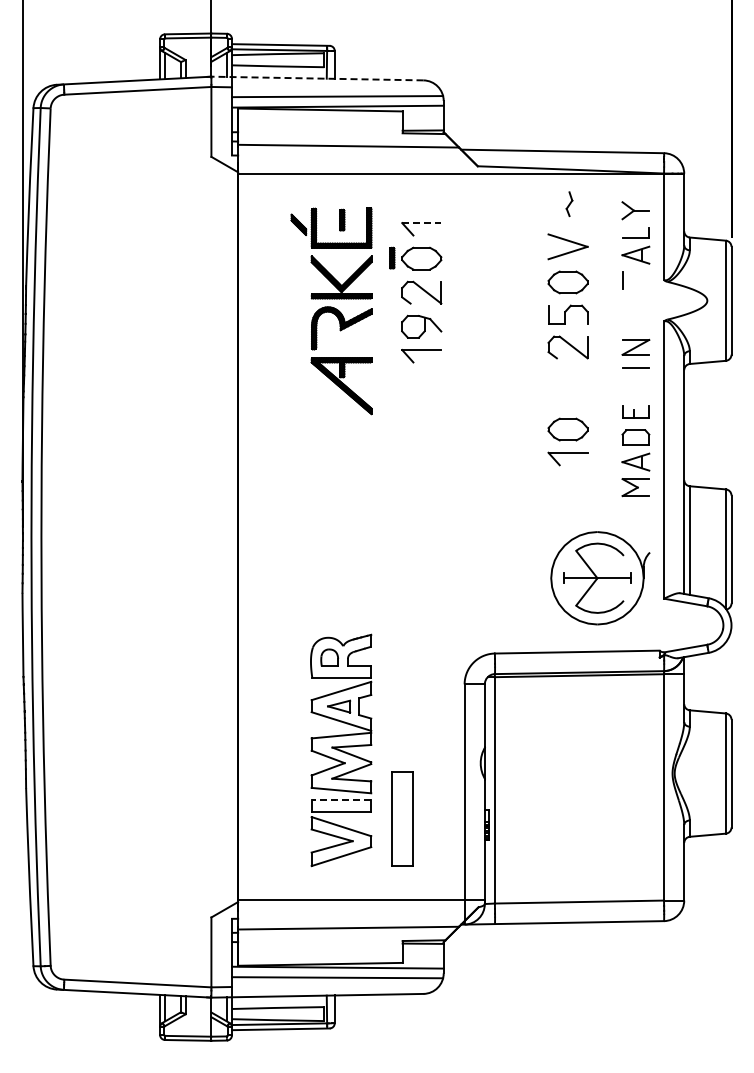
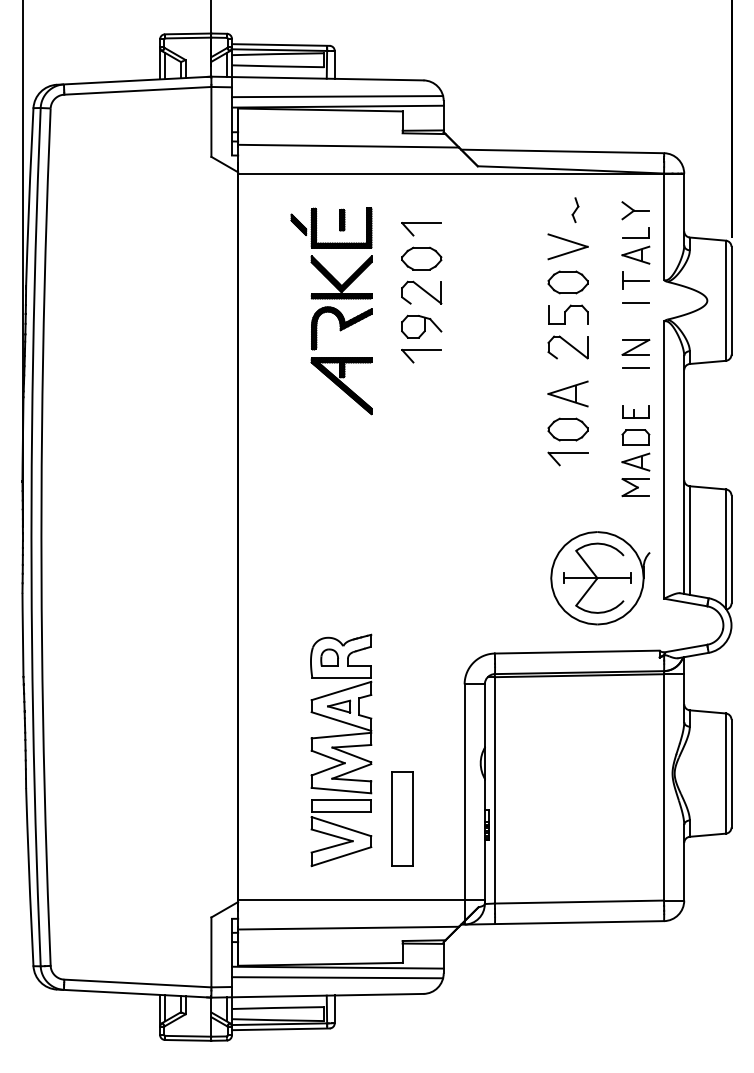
line at (316, 78): dashed -> solid
part at (569, 204) position: (569, 204) -> (575, 210)
line at (421, 223): dashed -> solid
part at (392, 257): present -> none
line at (635, 280): none -> present
line at (635, 302): none -> present
part at (567, 393): none -> present
line at (341, 800): dashed -> solid
